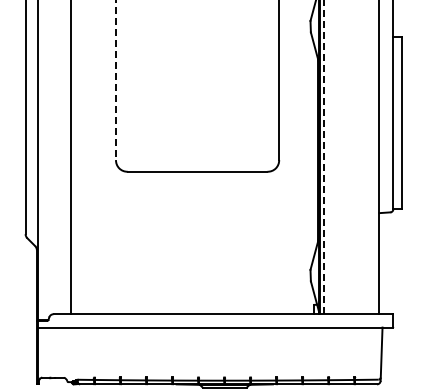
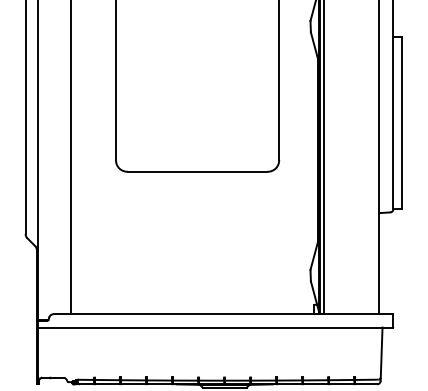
line at (116, 80): dashed -> solid
line at (324, 157): dashed -> solid
